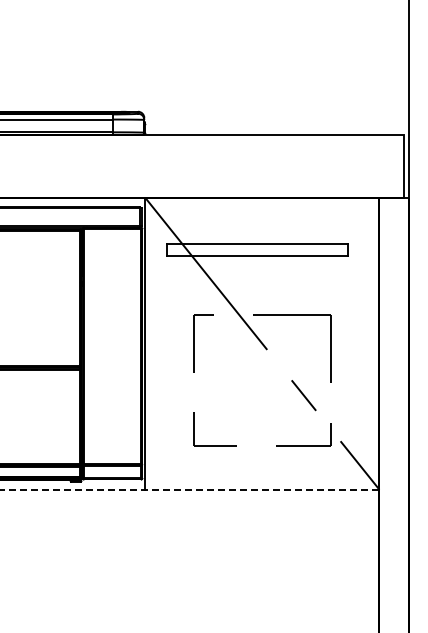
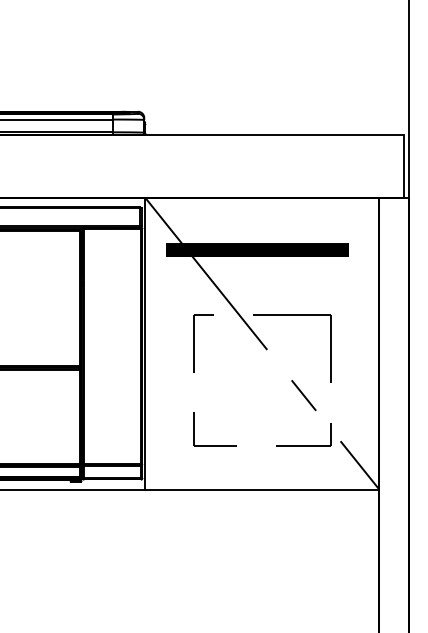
hatch at (257, 250): none -> present
line at (189, 489): dashed -> solid
